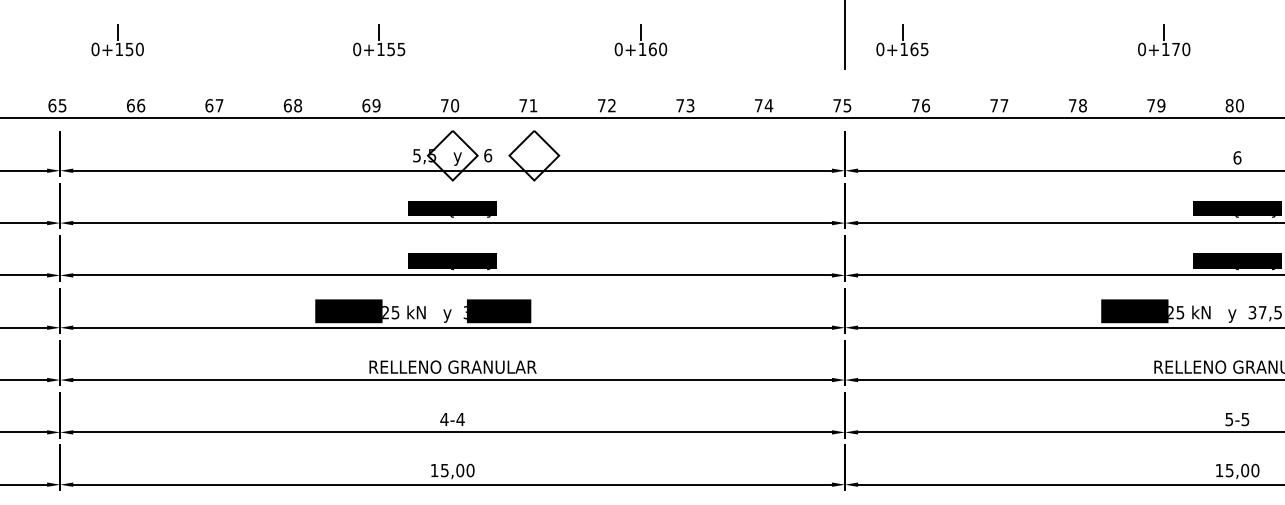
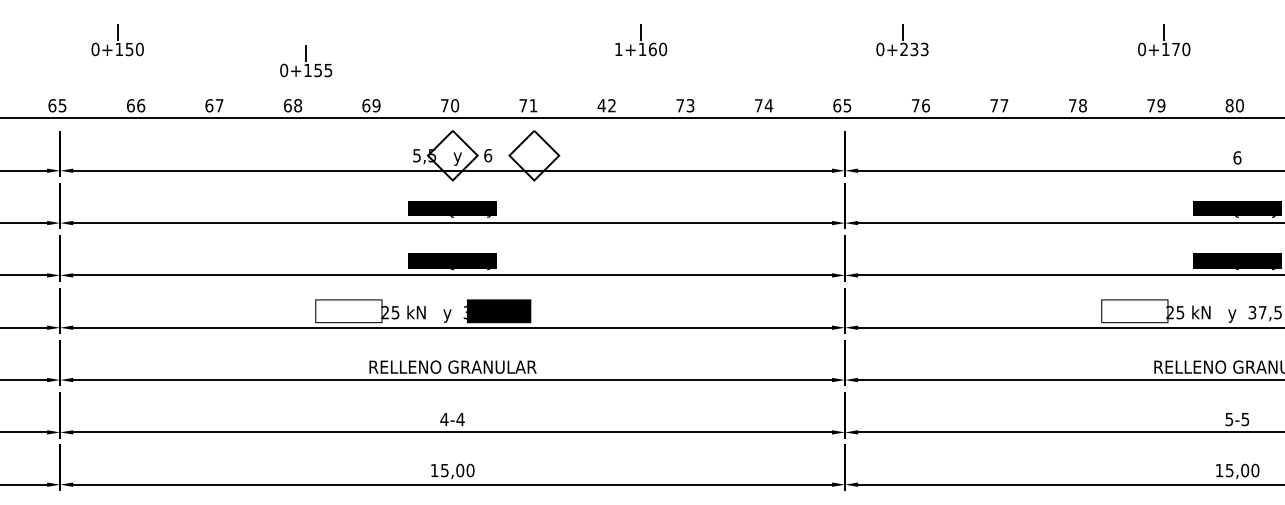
line at (845, 35): present -> none
part at (379, 40) position: (379, 40) -> (306, 61)
text at (618, 49): 0+160 -> 1+160
text at (914, 49): 0+165 -> 0+233
text at (601, 105): 72 -> 42
text at (837, 105): 75 -> 65
fill at (348, 310): present -> none
fill at (1134, 310): present -> none
